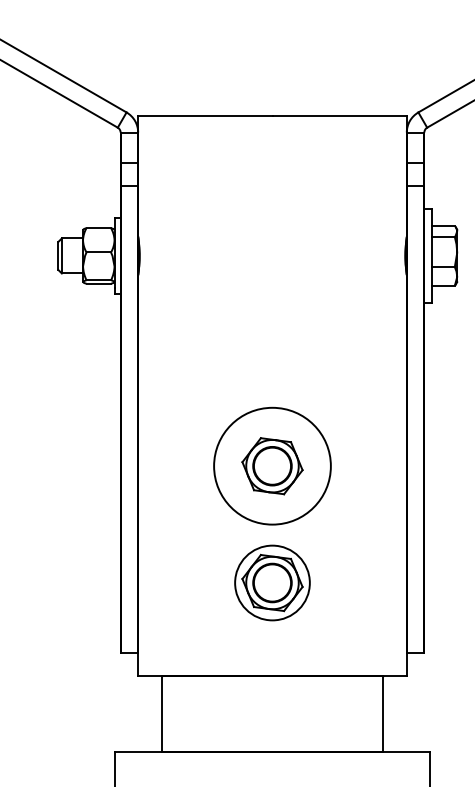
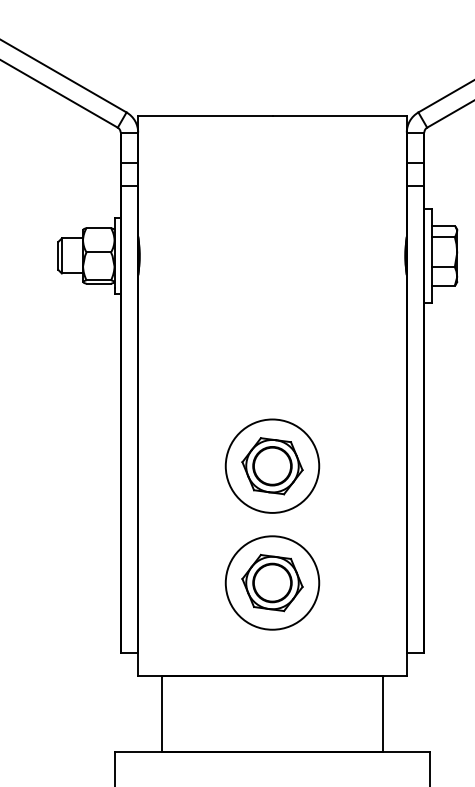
circle at (272, 465) diameter: 117 px -> 93 px
circle at (272, 582) diameter: 75 px -> 93 px
